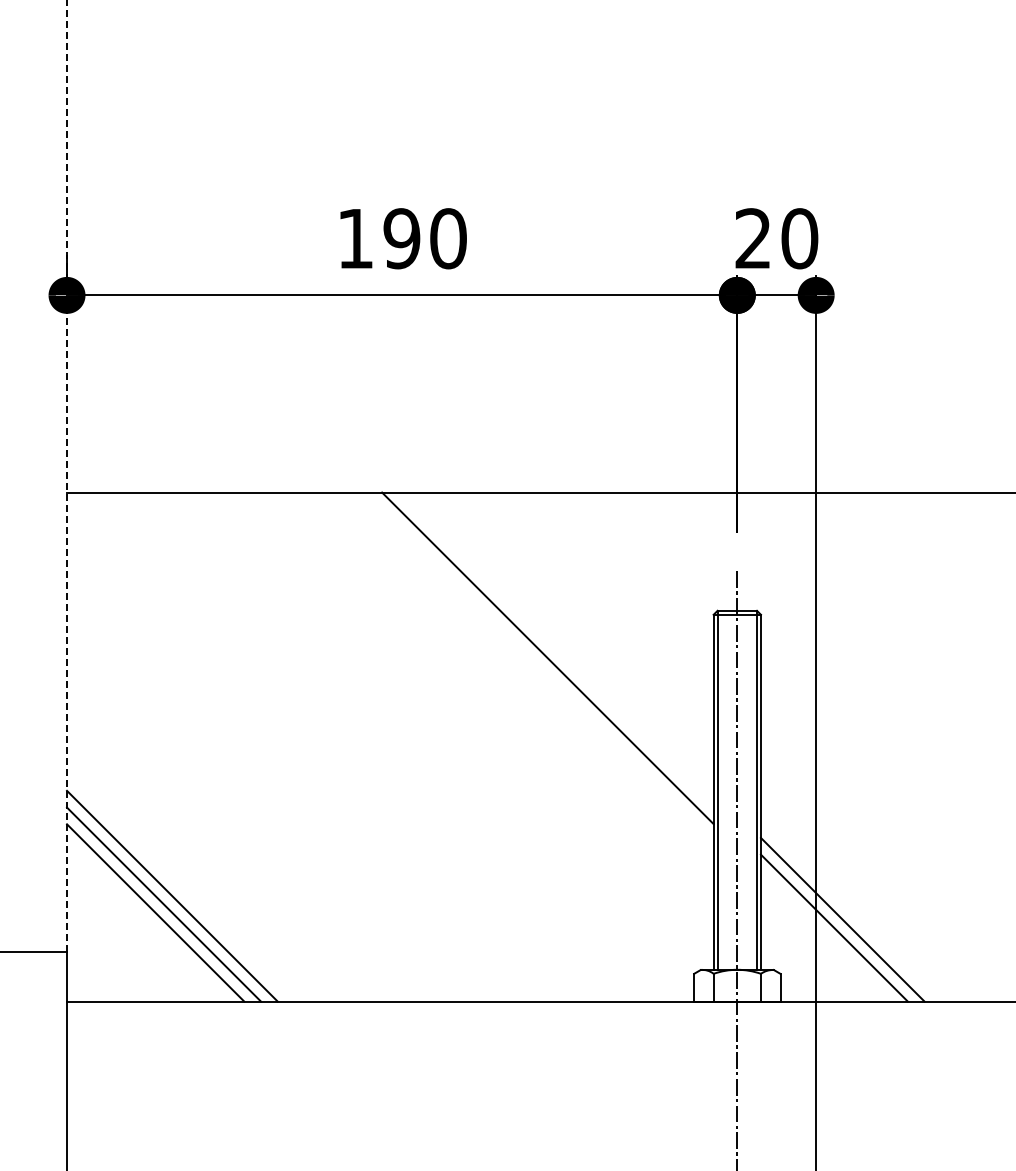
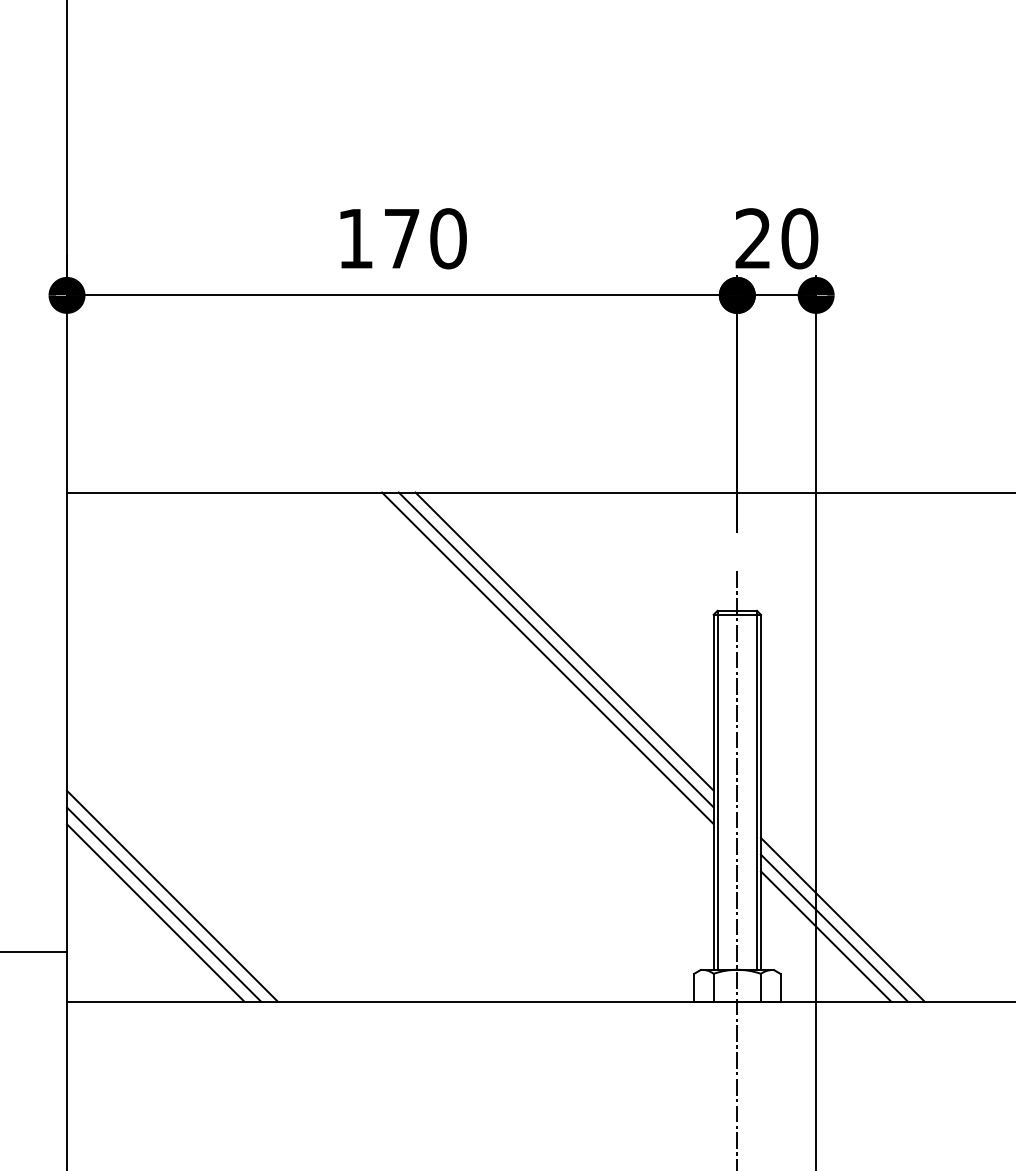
text at (401, 238): 190 -> 170
line at (67, 476): dashed -> solid
line at (564, 641): none -> present
line at (555, 649): none -> present
line at (825, 936): none -> present
